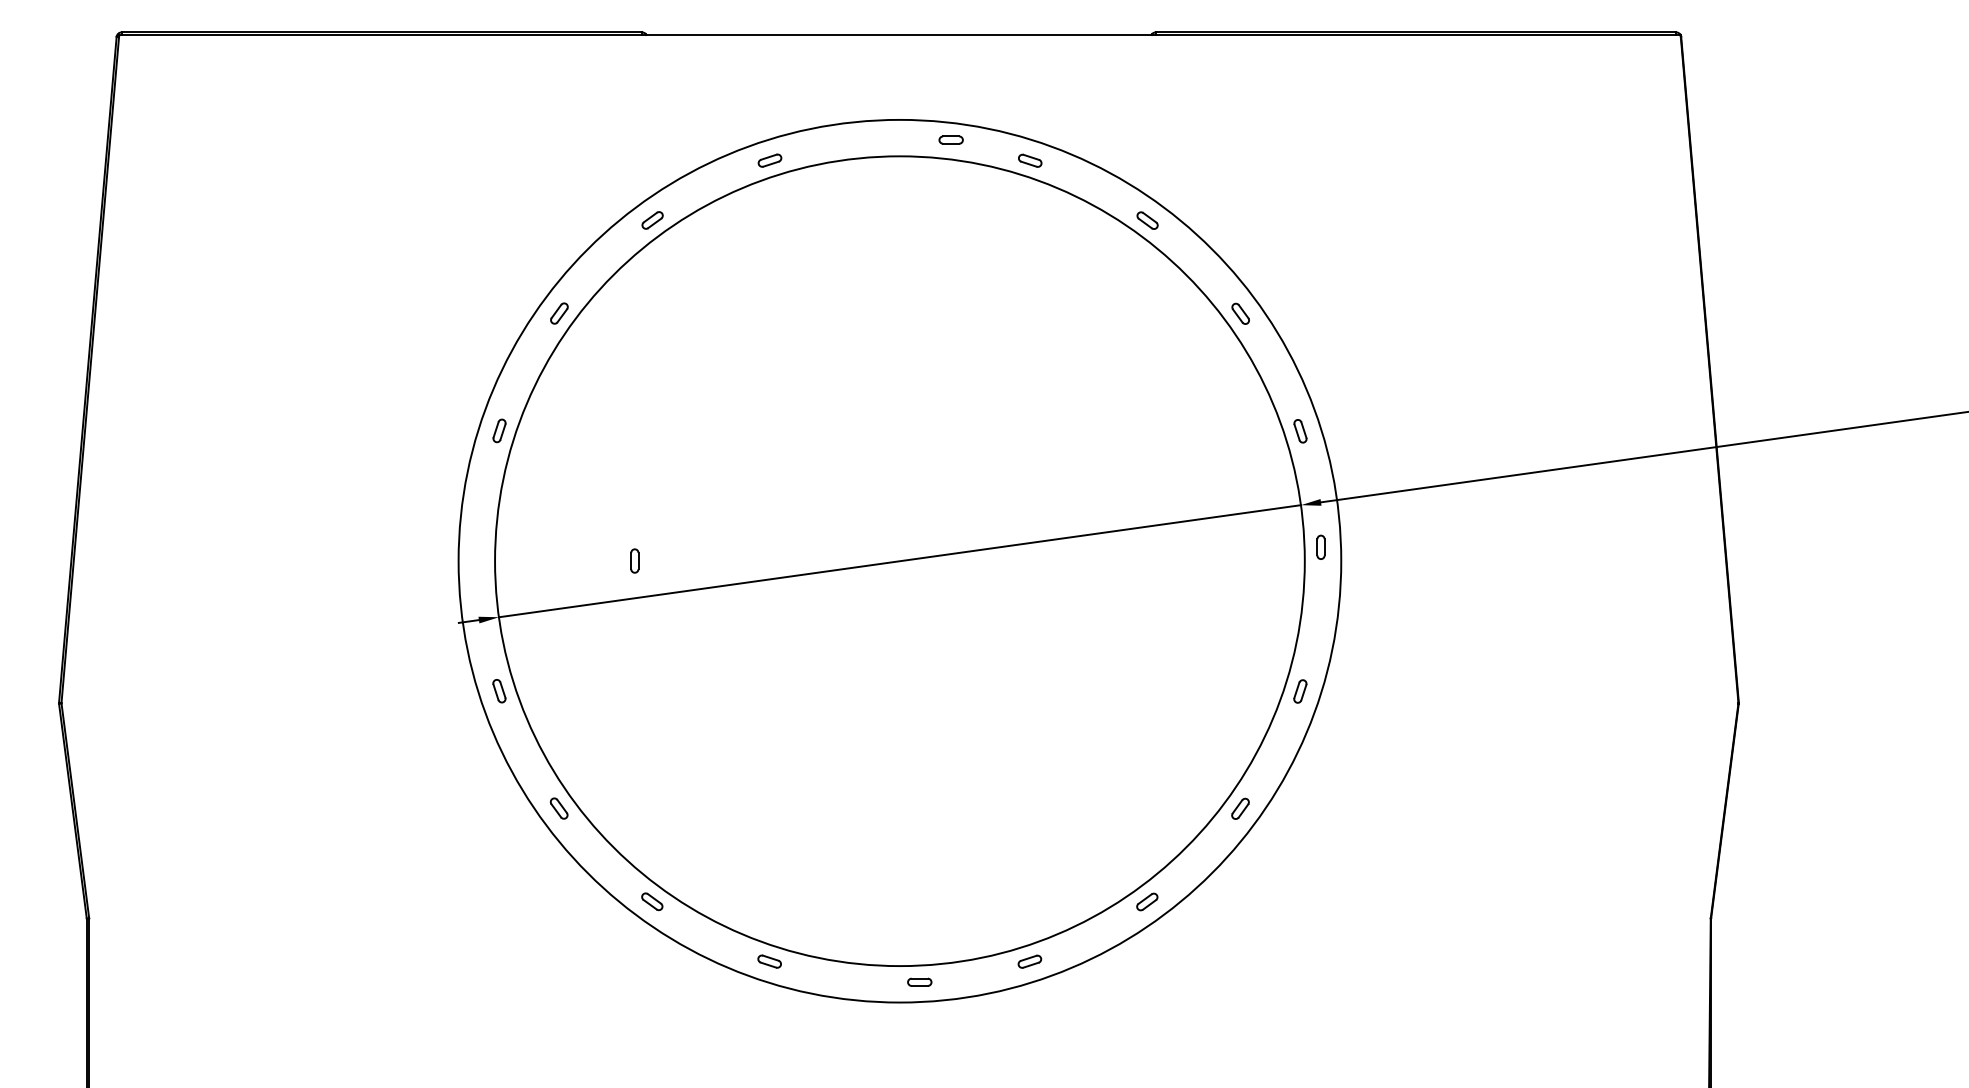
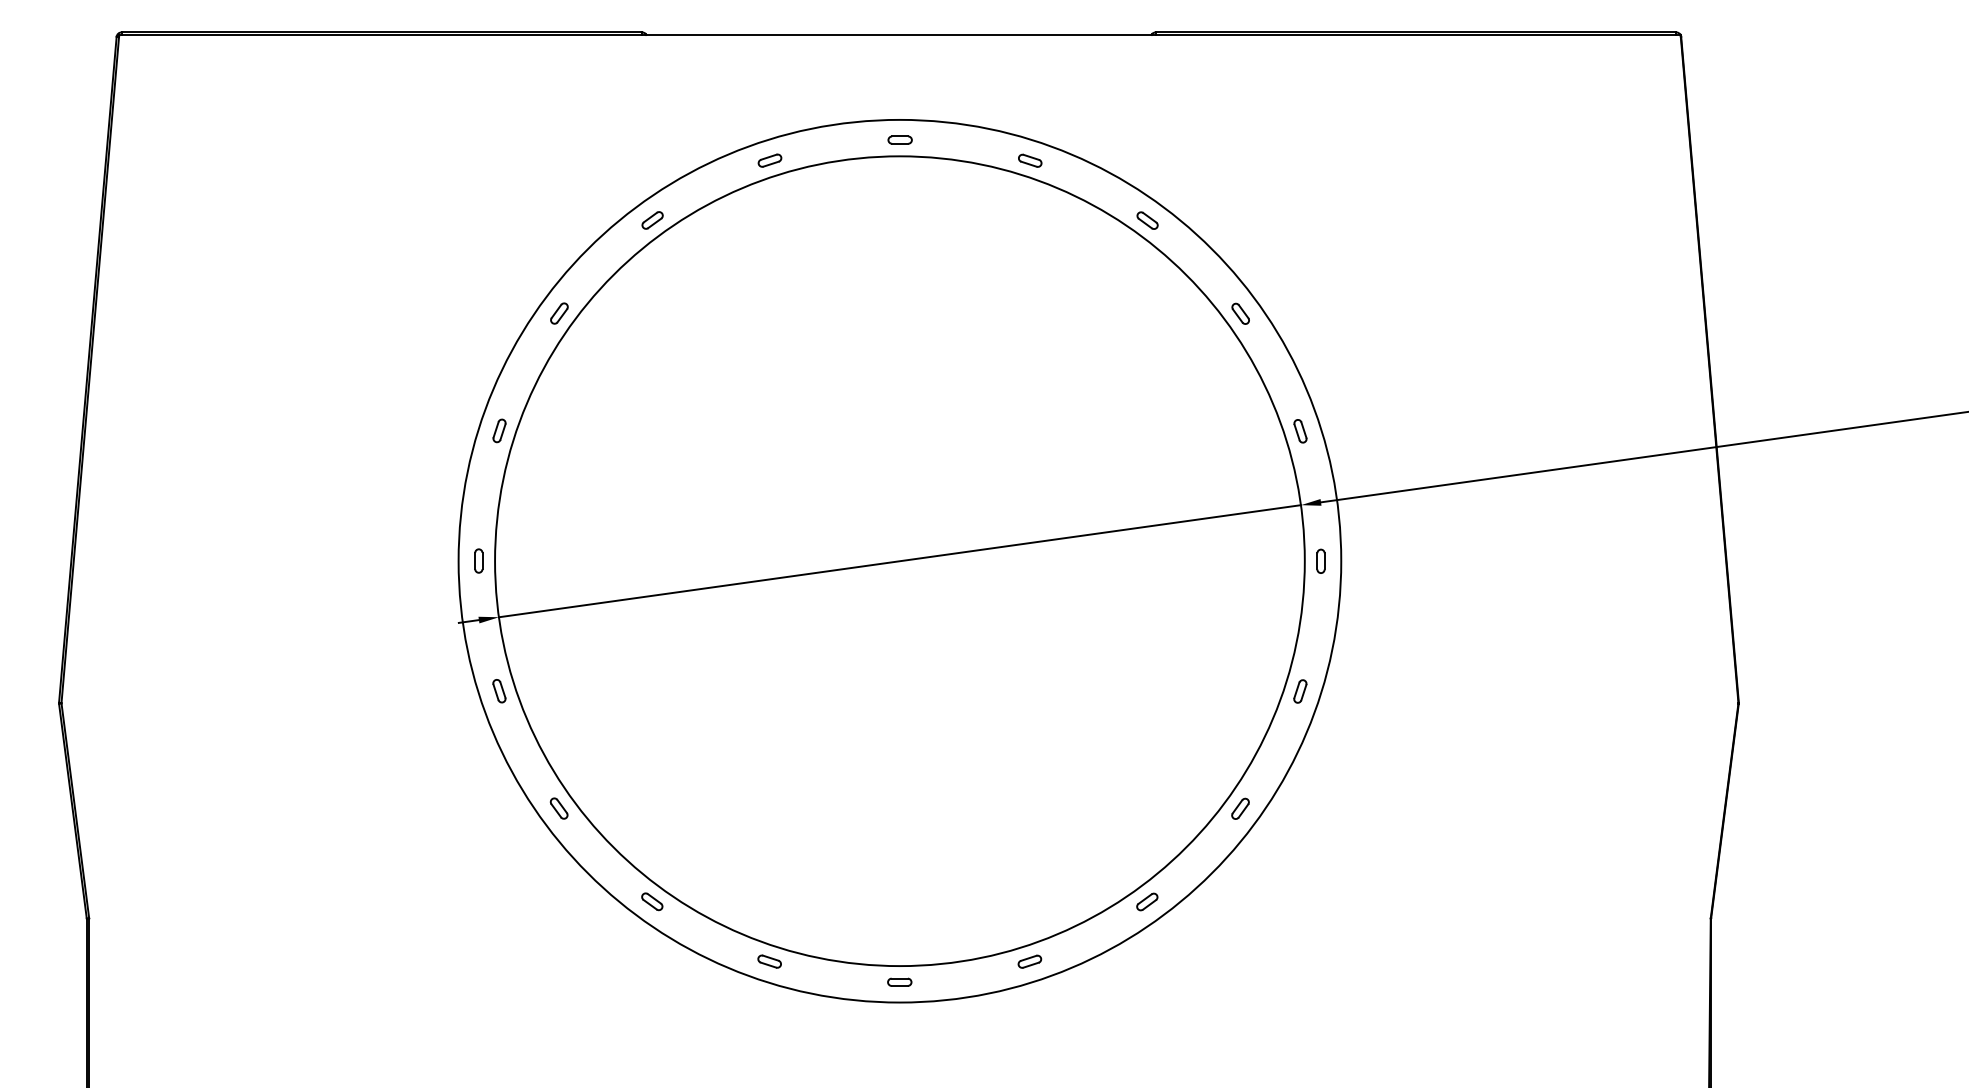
part at (950, 139) position: (950, 139) -> (899, 139)
part at (1320, 546) position: (1320, 546) -> (1320, 560)
part at (634, 560) position: (634, 560) -> (478, 560)
part at (919, 981) position: (919, 981) -> (899, 981)
